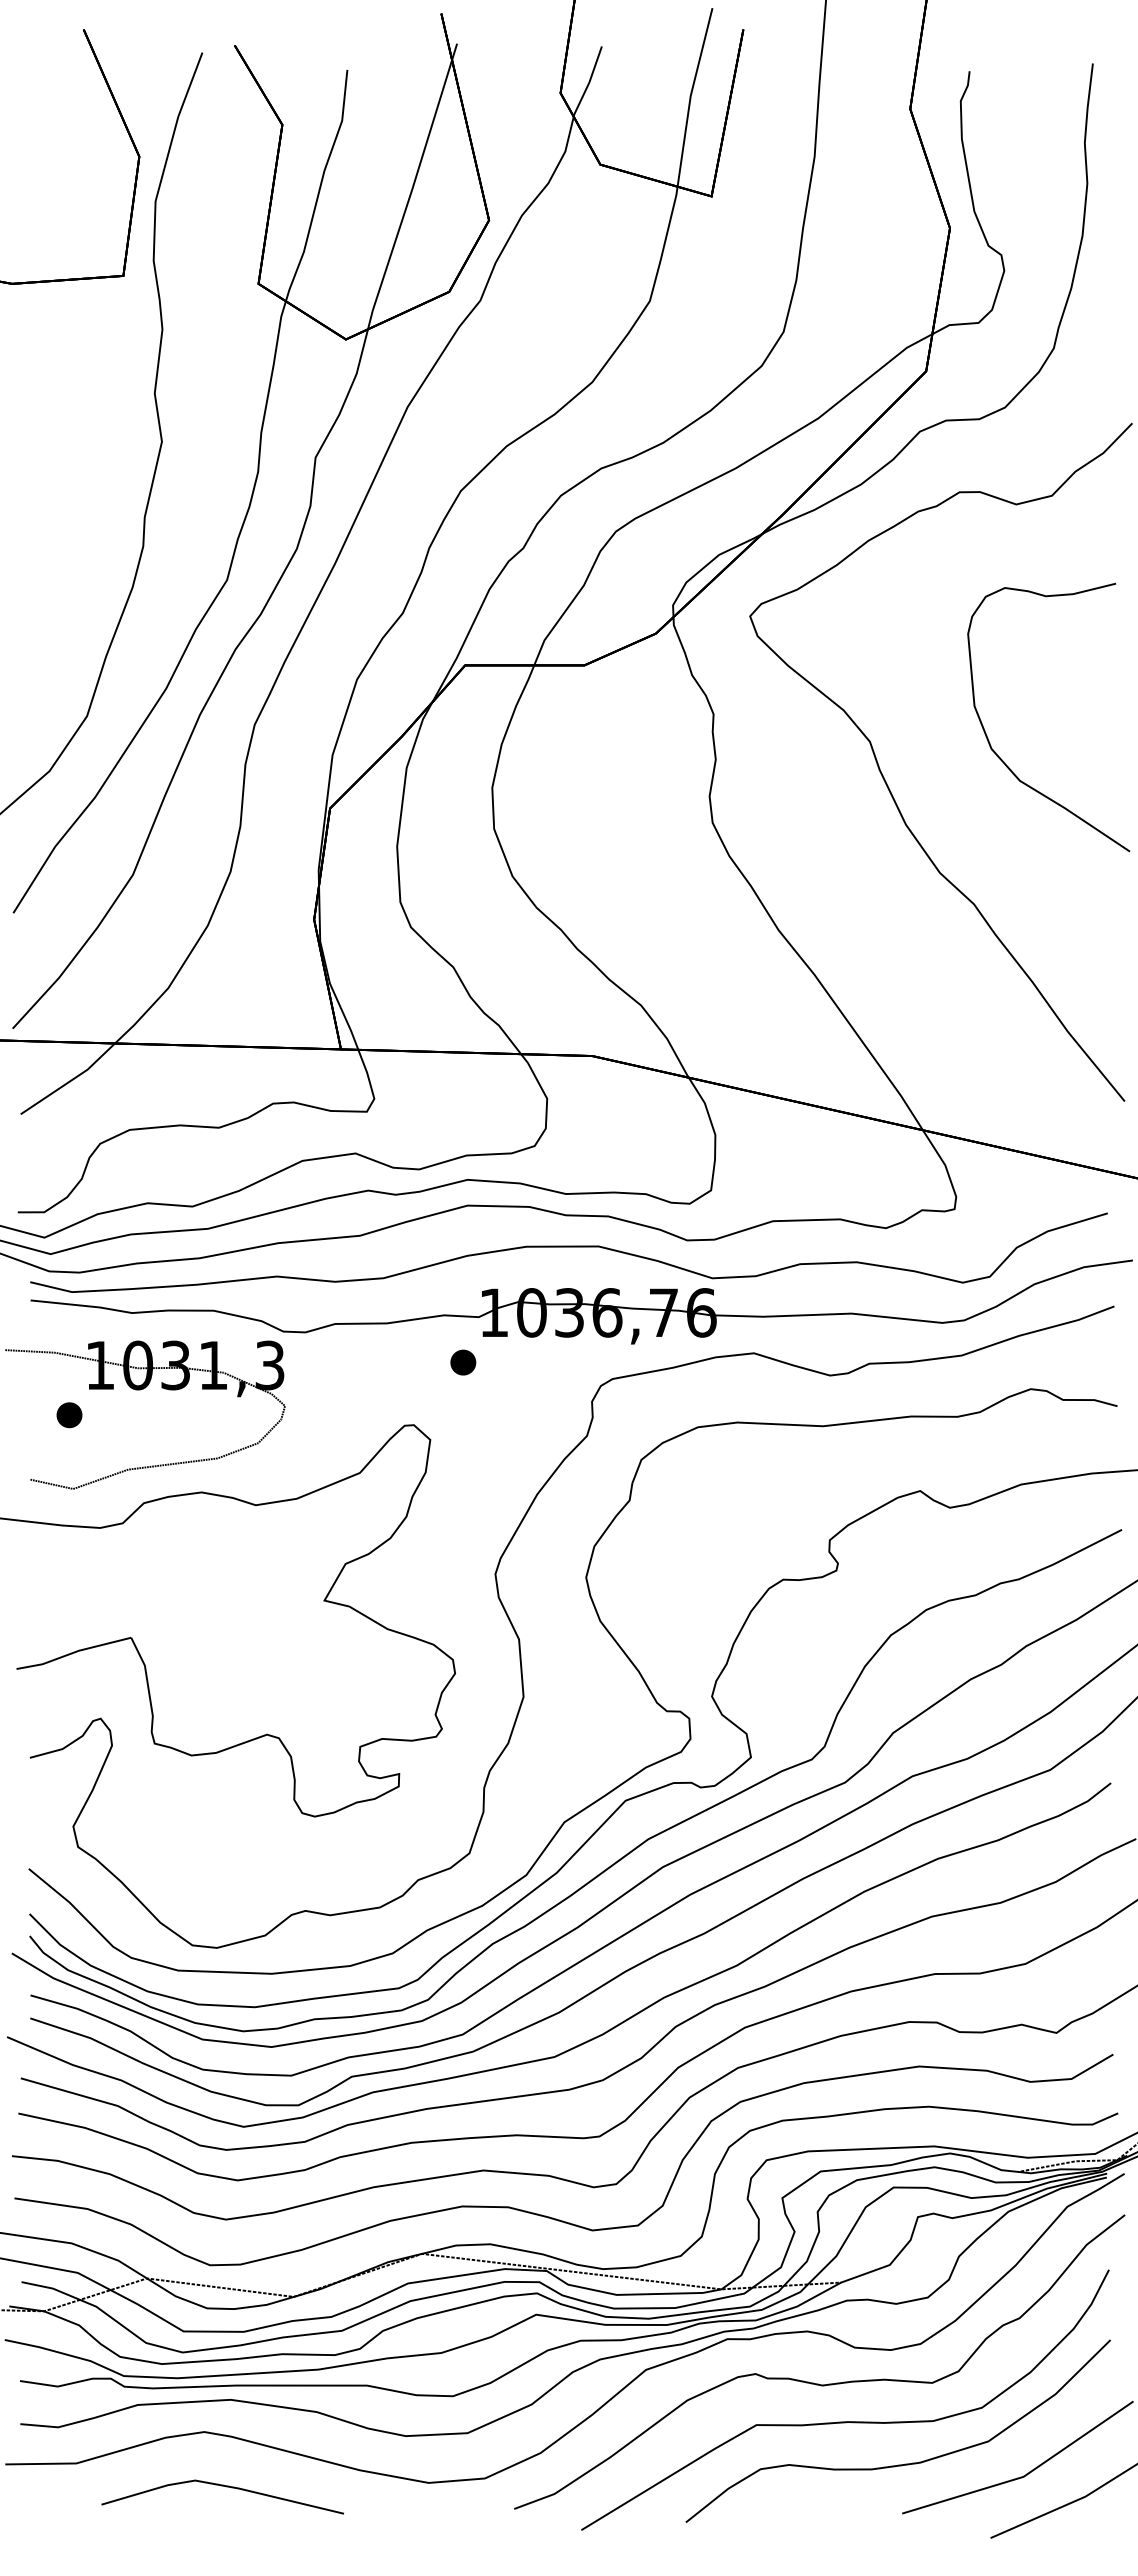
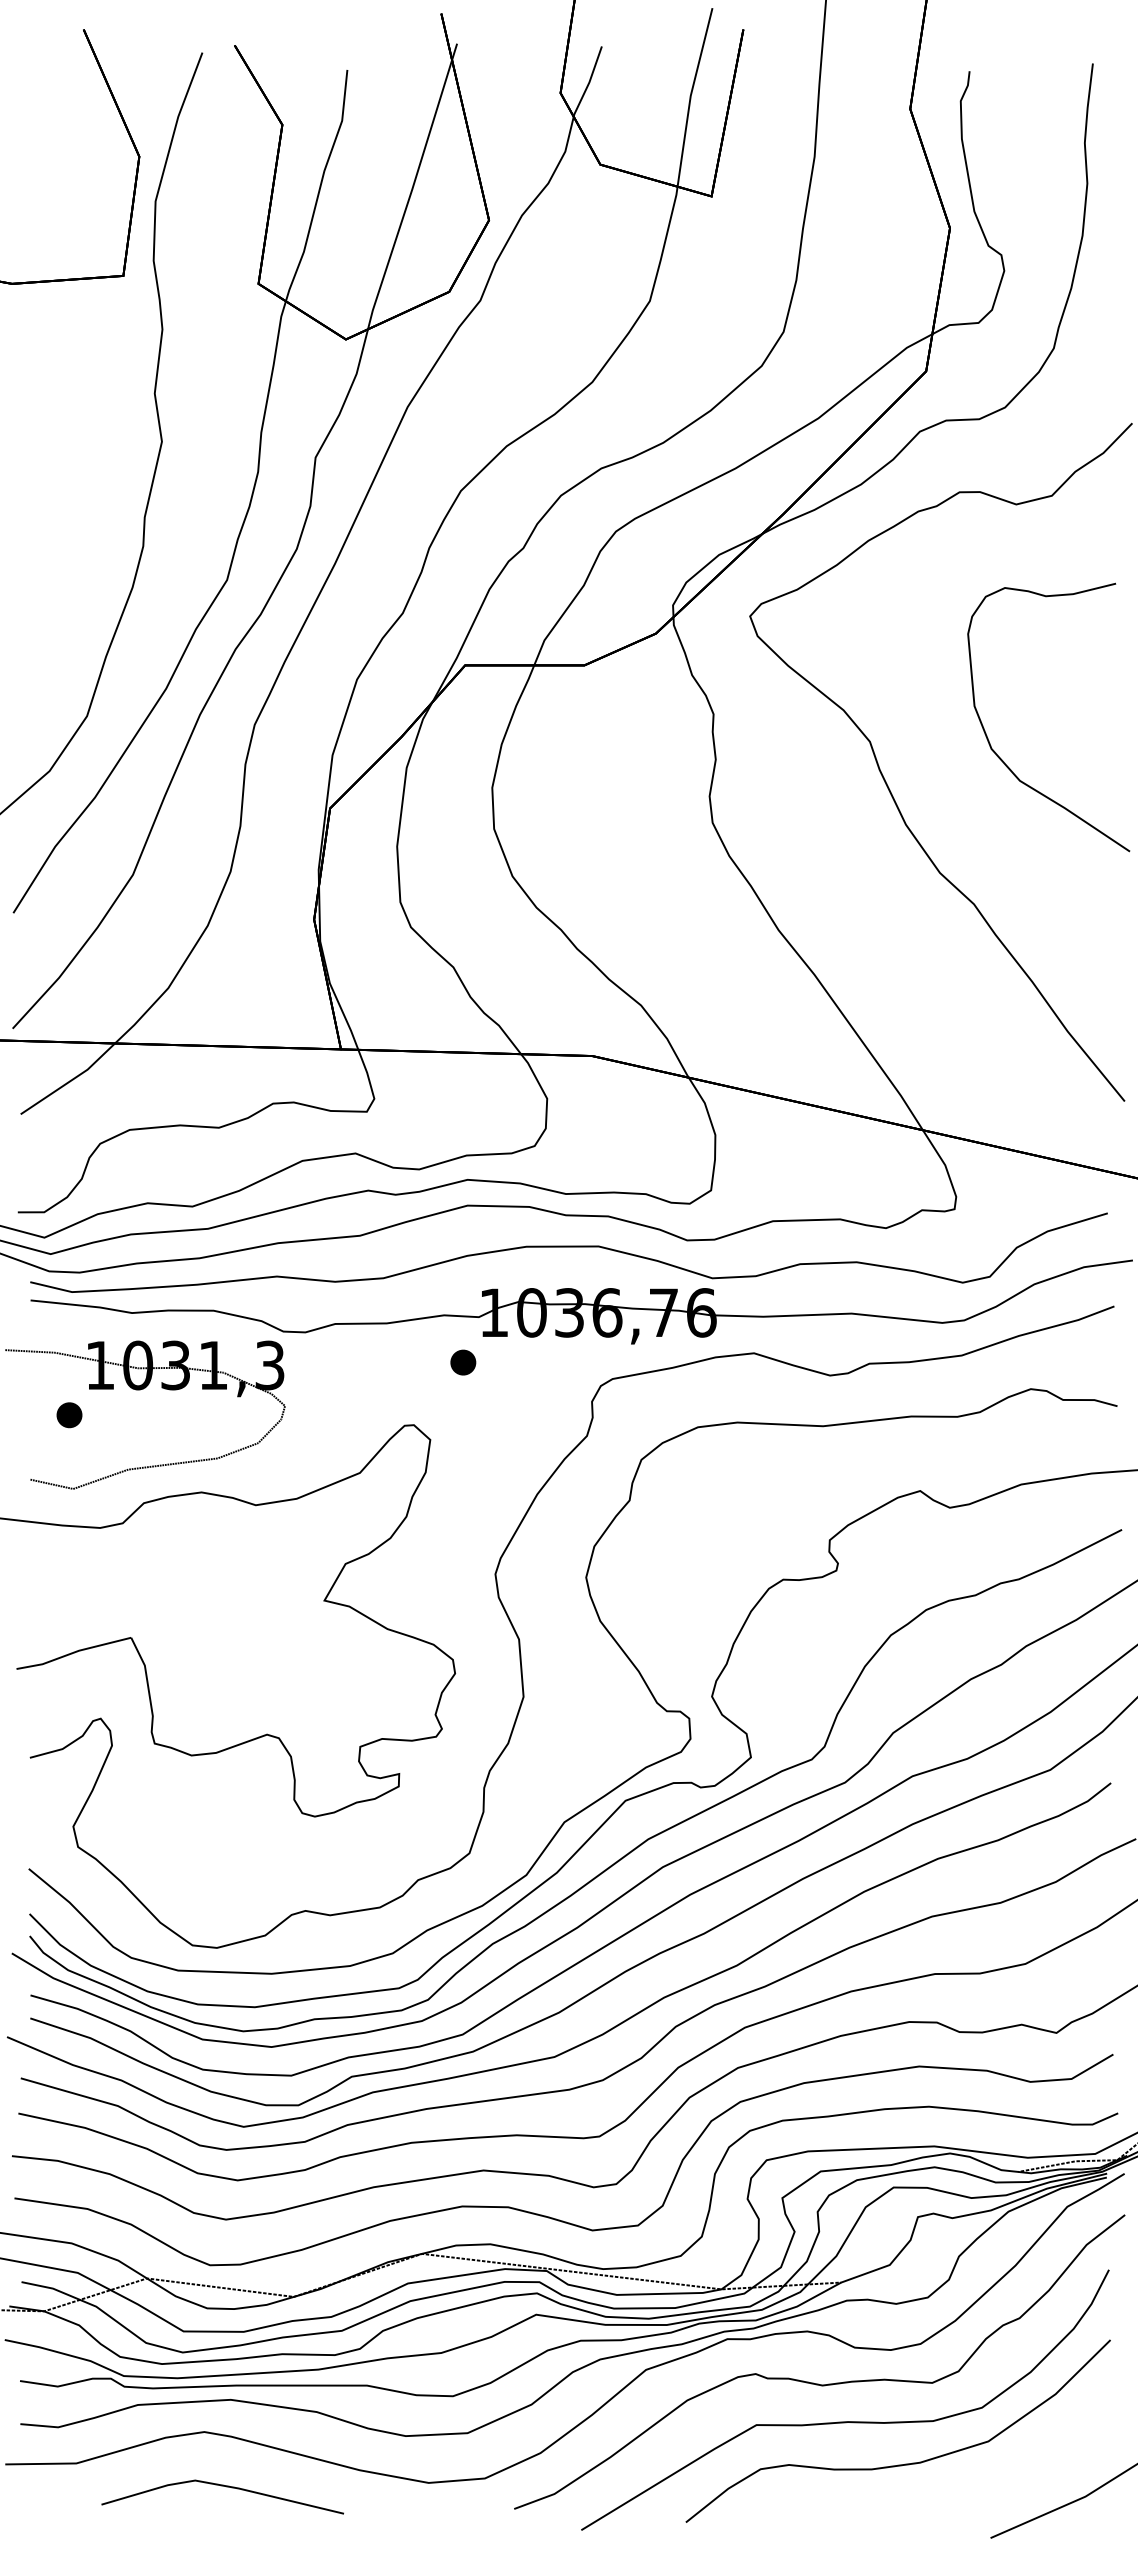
part at (1026, 2473): present -> none
